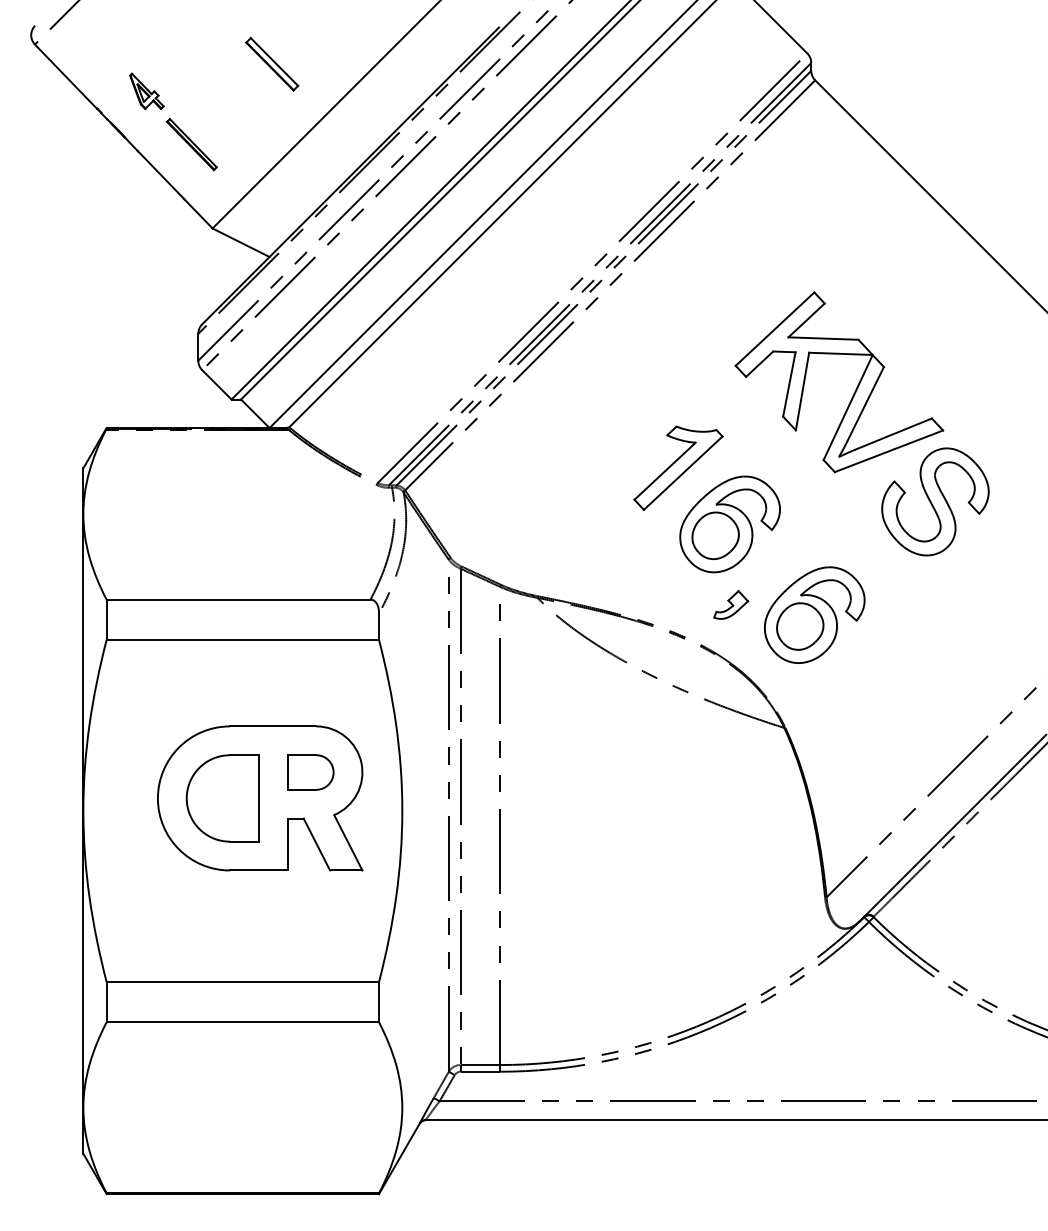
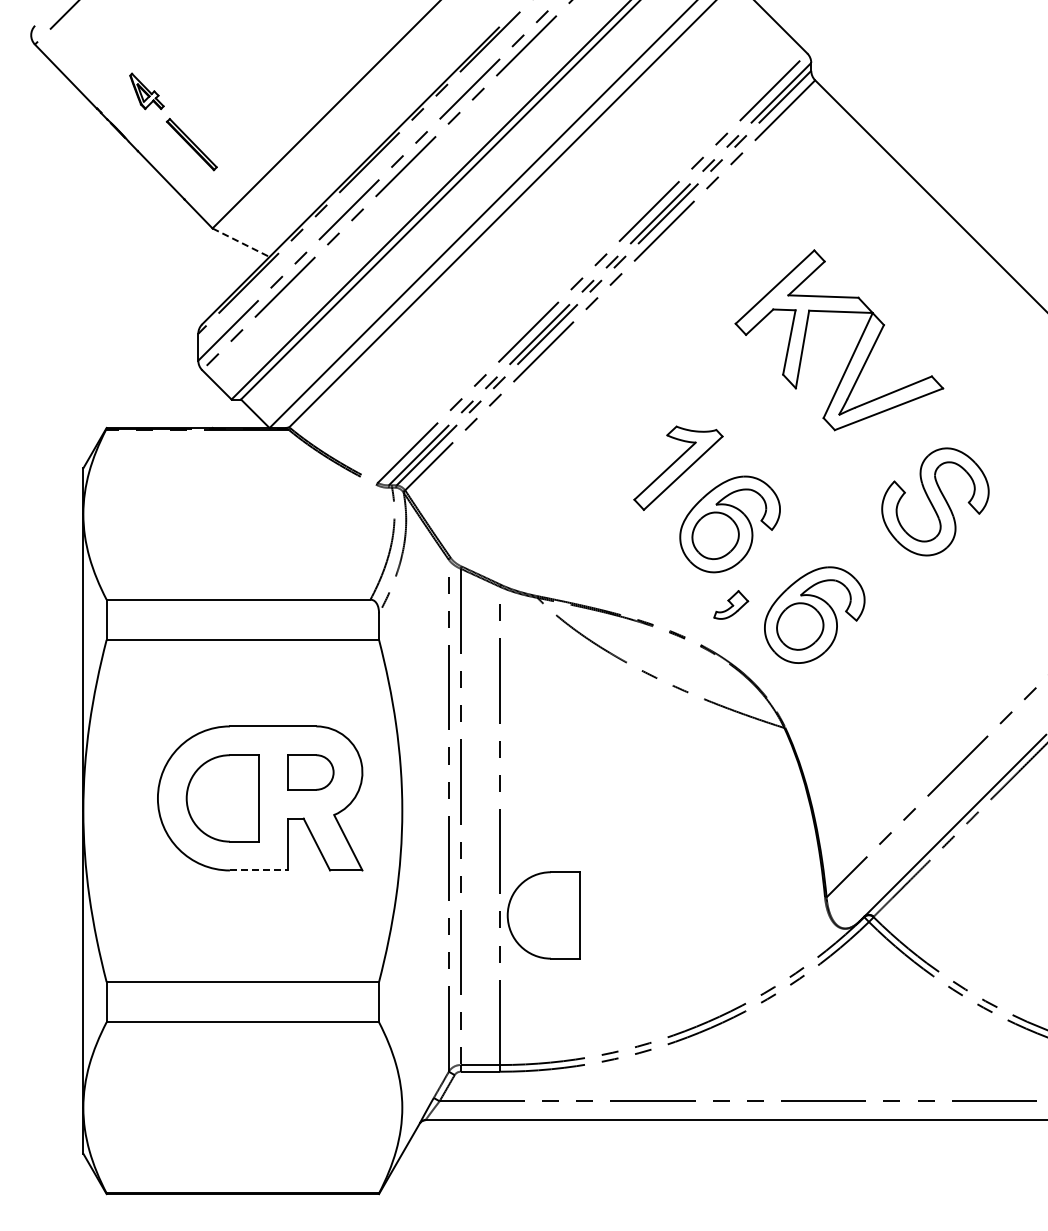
part at (272, 64): present -> none
line at (241, 242): solid -> dashed
part at (855, 389) position: (855, 389) -> (855, 347)
line at (258, 870): solid -> dashed
part at (543, 915): none -> present
